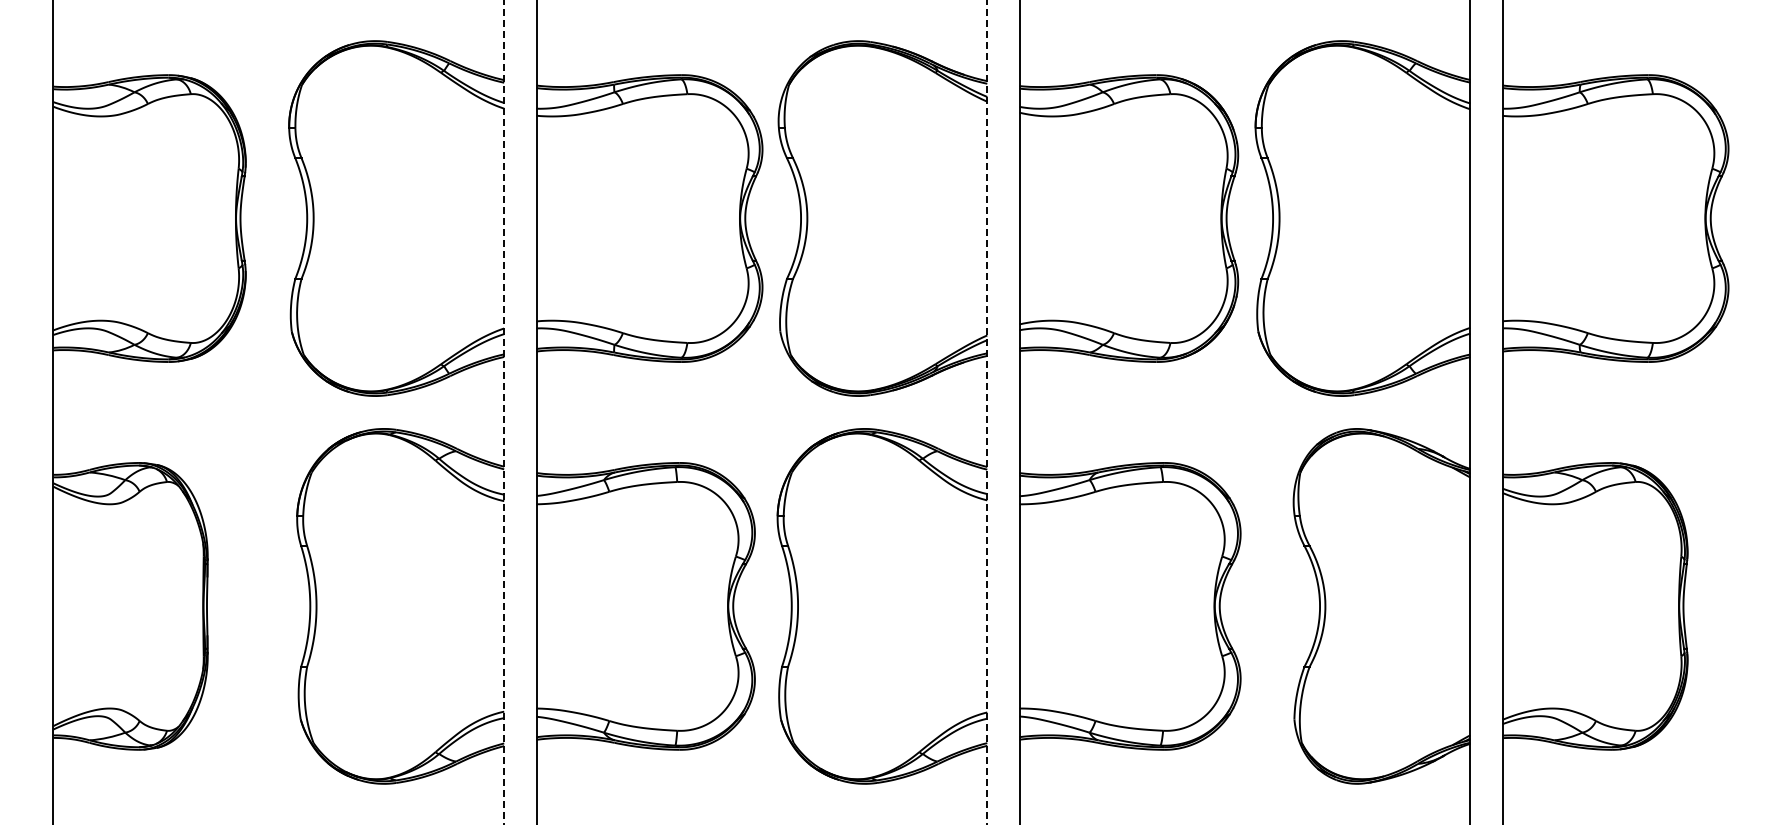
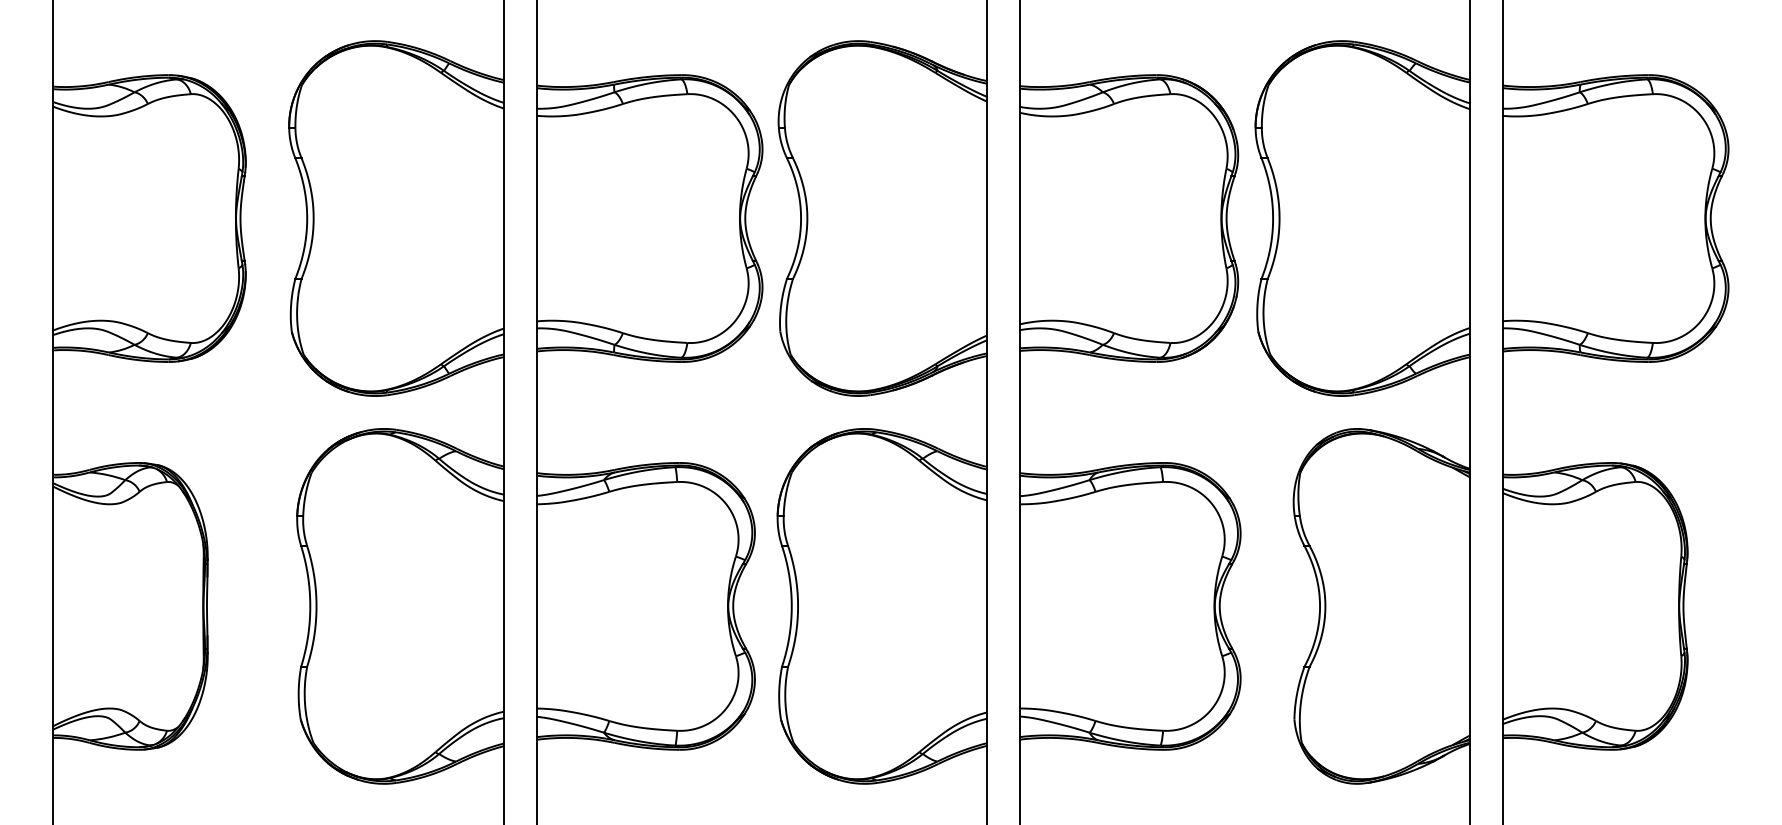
line at (504, 412): dashed -> solid
line at (987, 412): dashed -> solid
